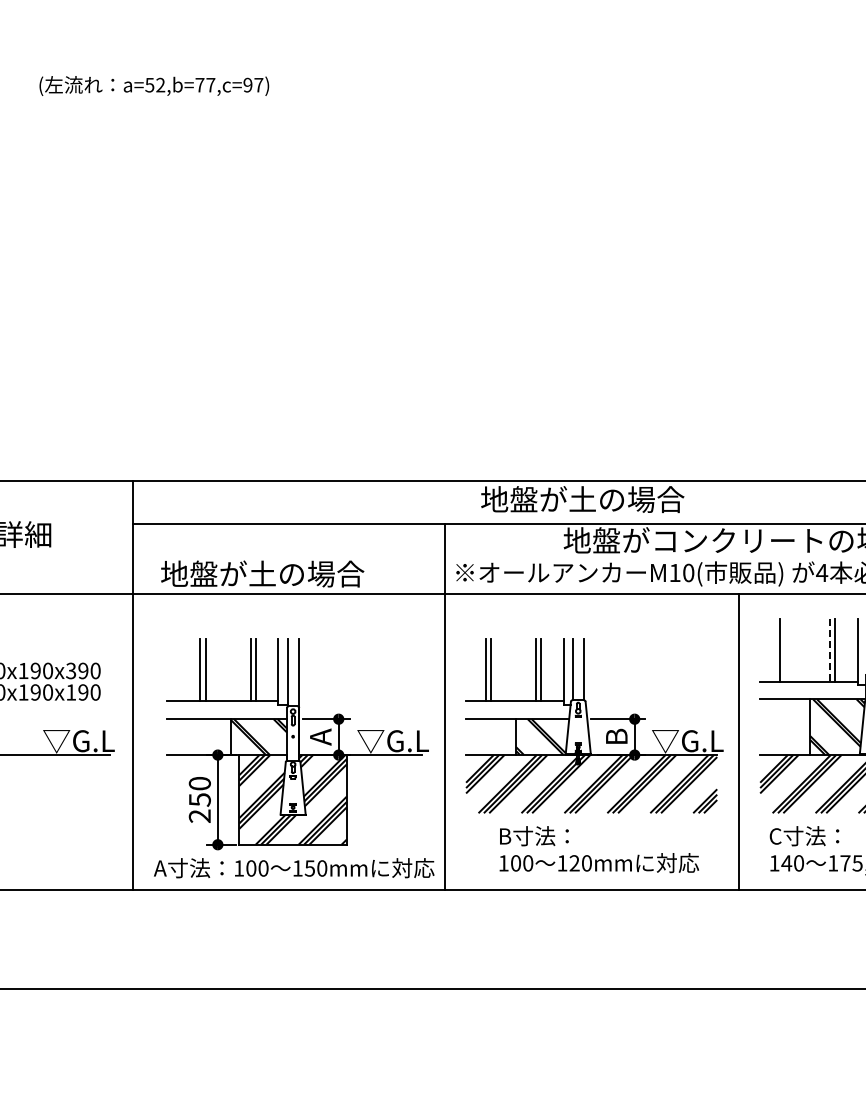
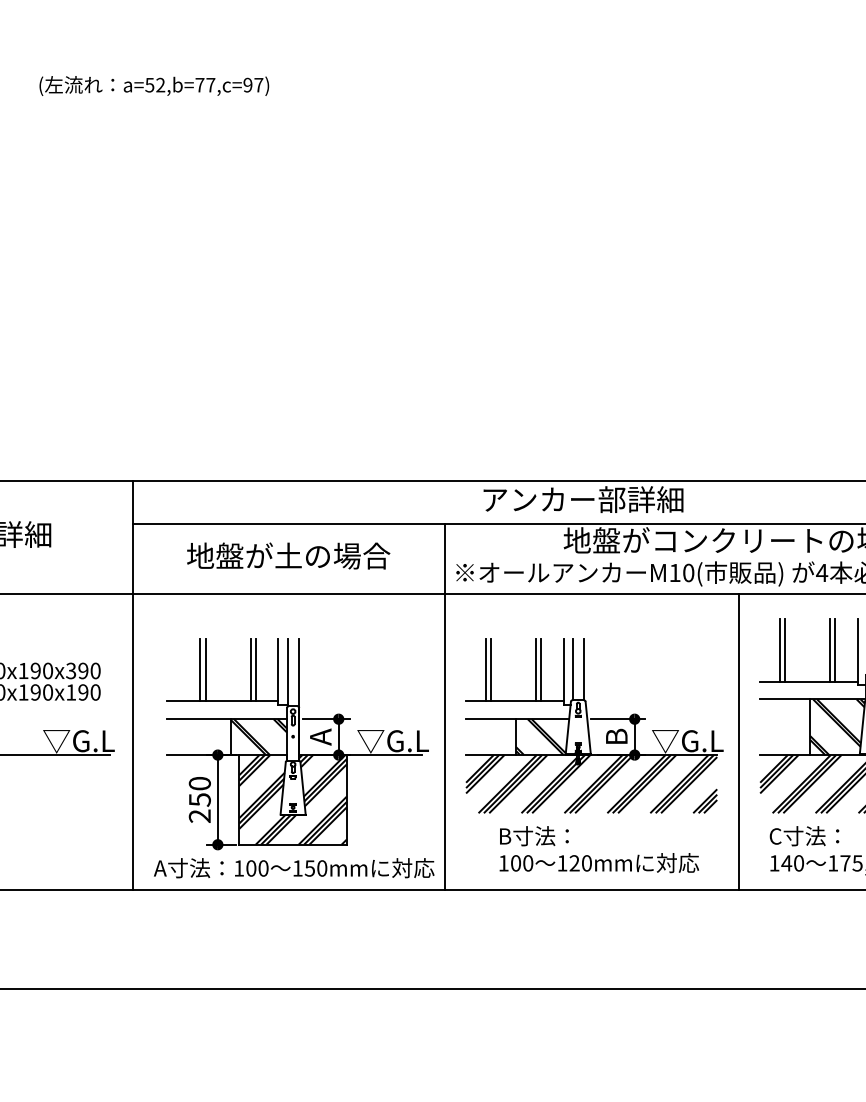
text at (582, 499): 地盤が土の場合 -> アンカー部詳細
text at (262, 573) position: (262, 573) -> (288, 555)
line at (785, 650): none -> present
line at (829, 650): dashed -> solid
